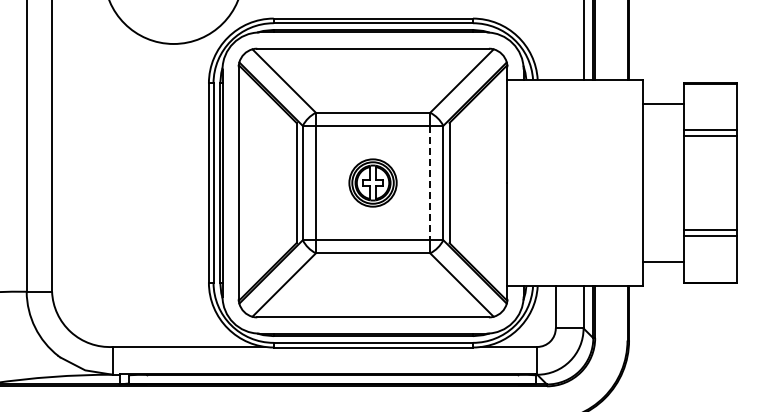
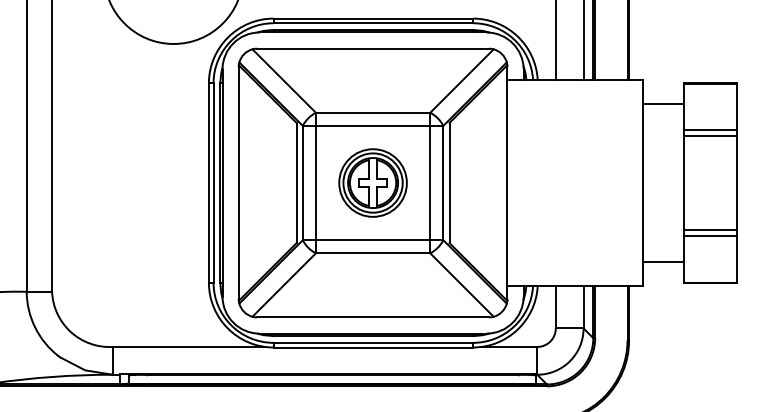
line at (555, 40): none -> present
part at (372, 182) size: 50x50 px -> 70x70 px
line at (430, 183): dashed -> solid
